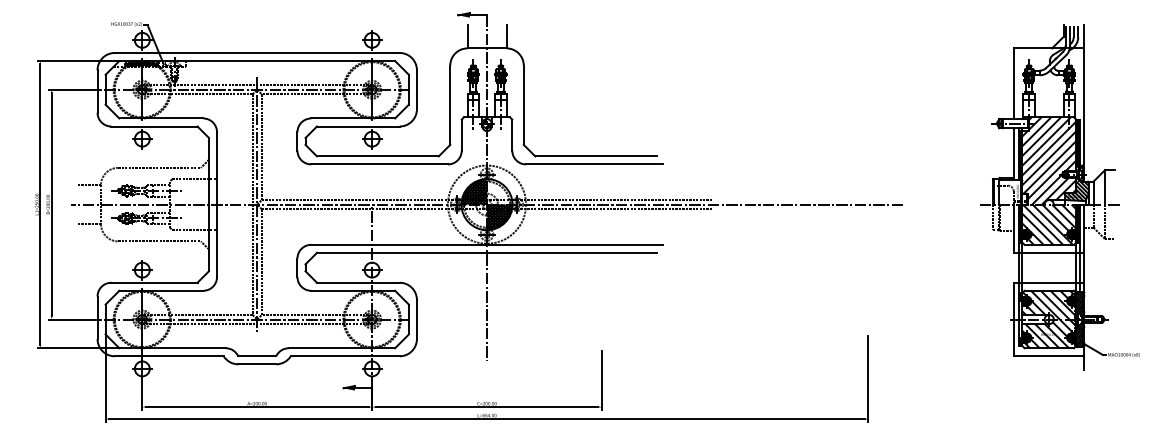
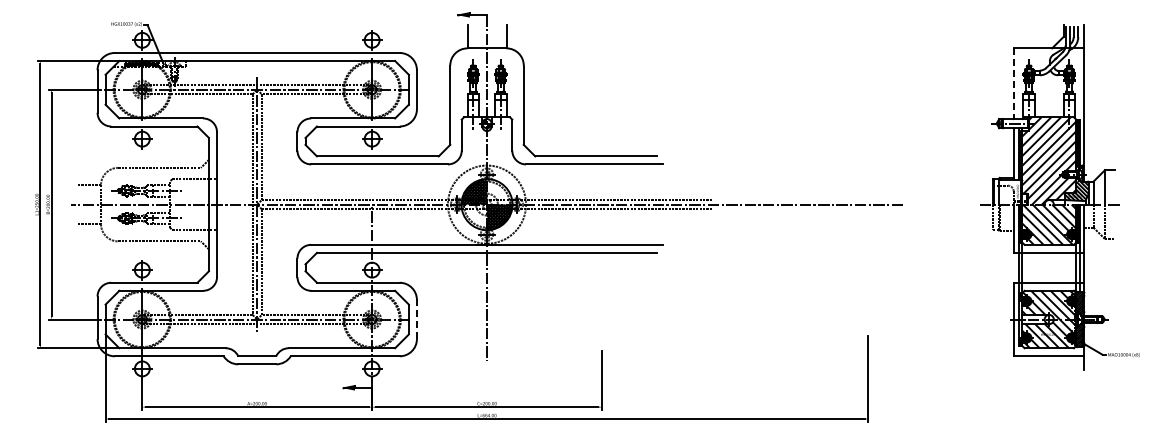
line at (1014, 84): solid -> dashed
line at (416, 318): solid -> dashed
